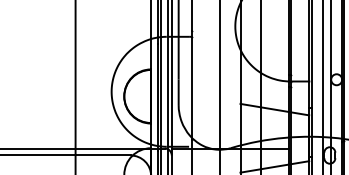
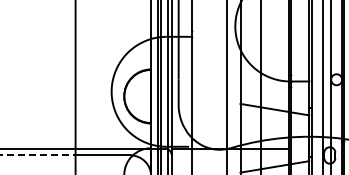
line at (219, 86) position: (219, 86) -> (226, 86)
line at (38, 155): solid -> dashed
